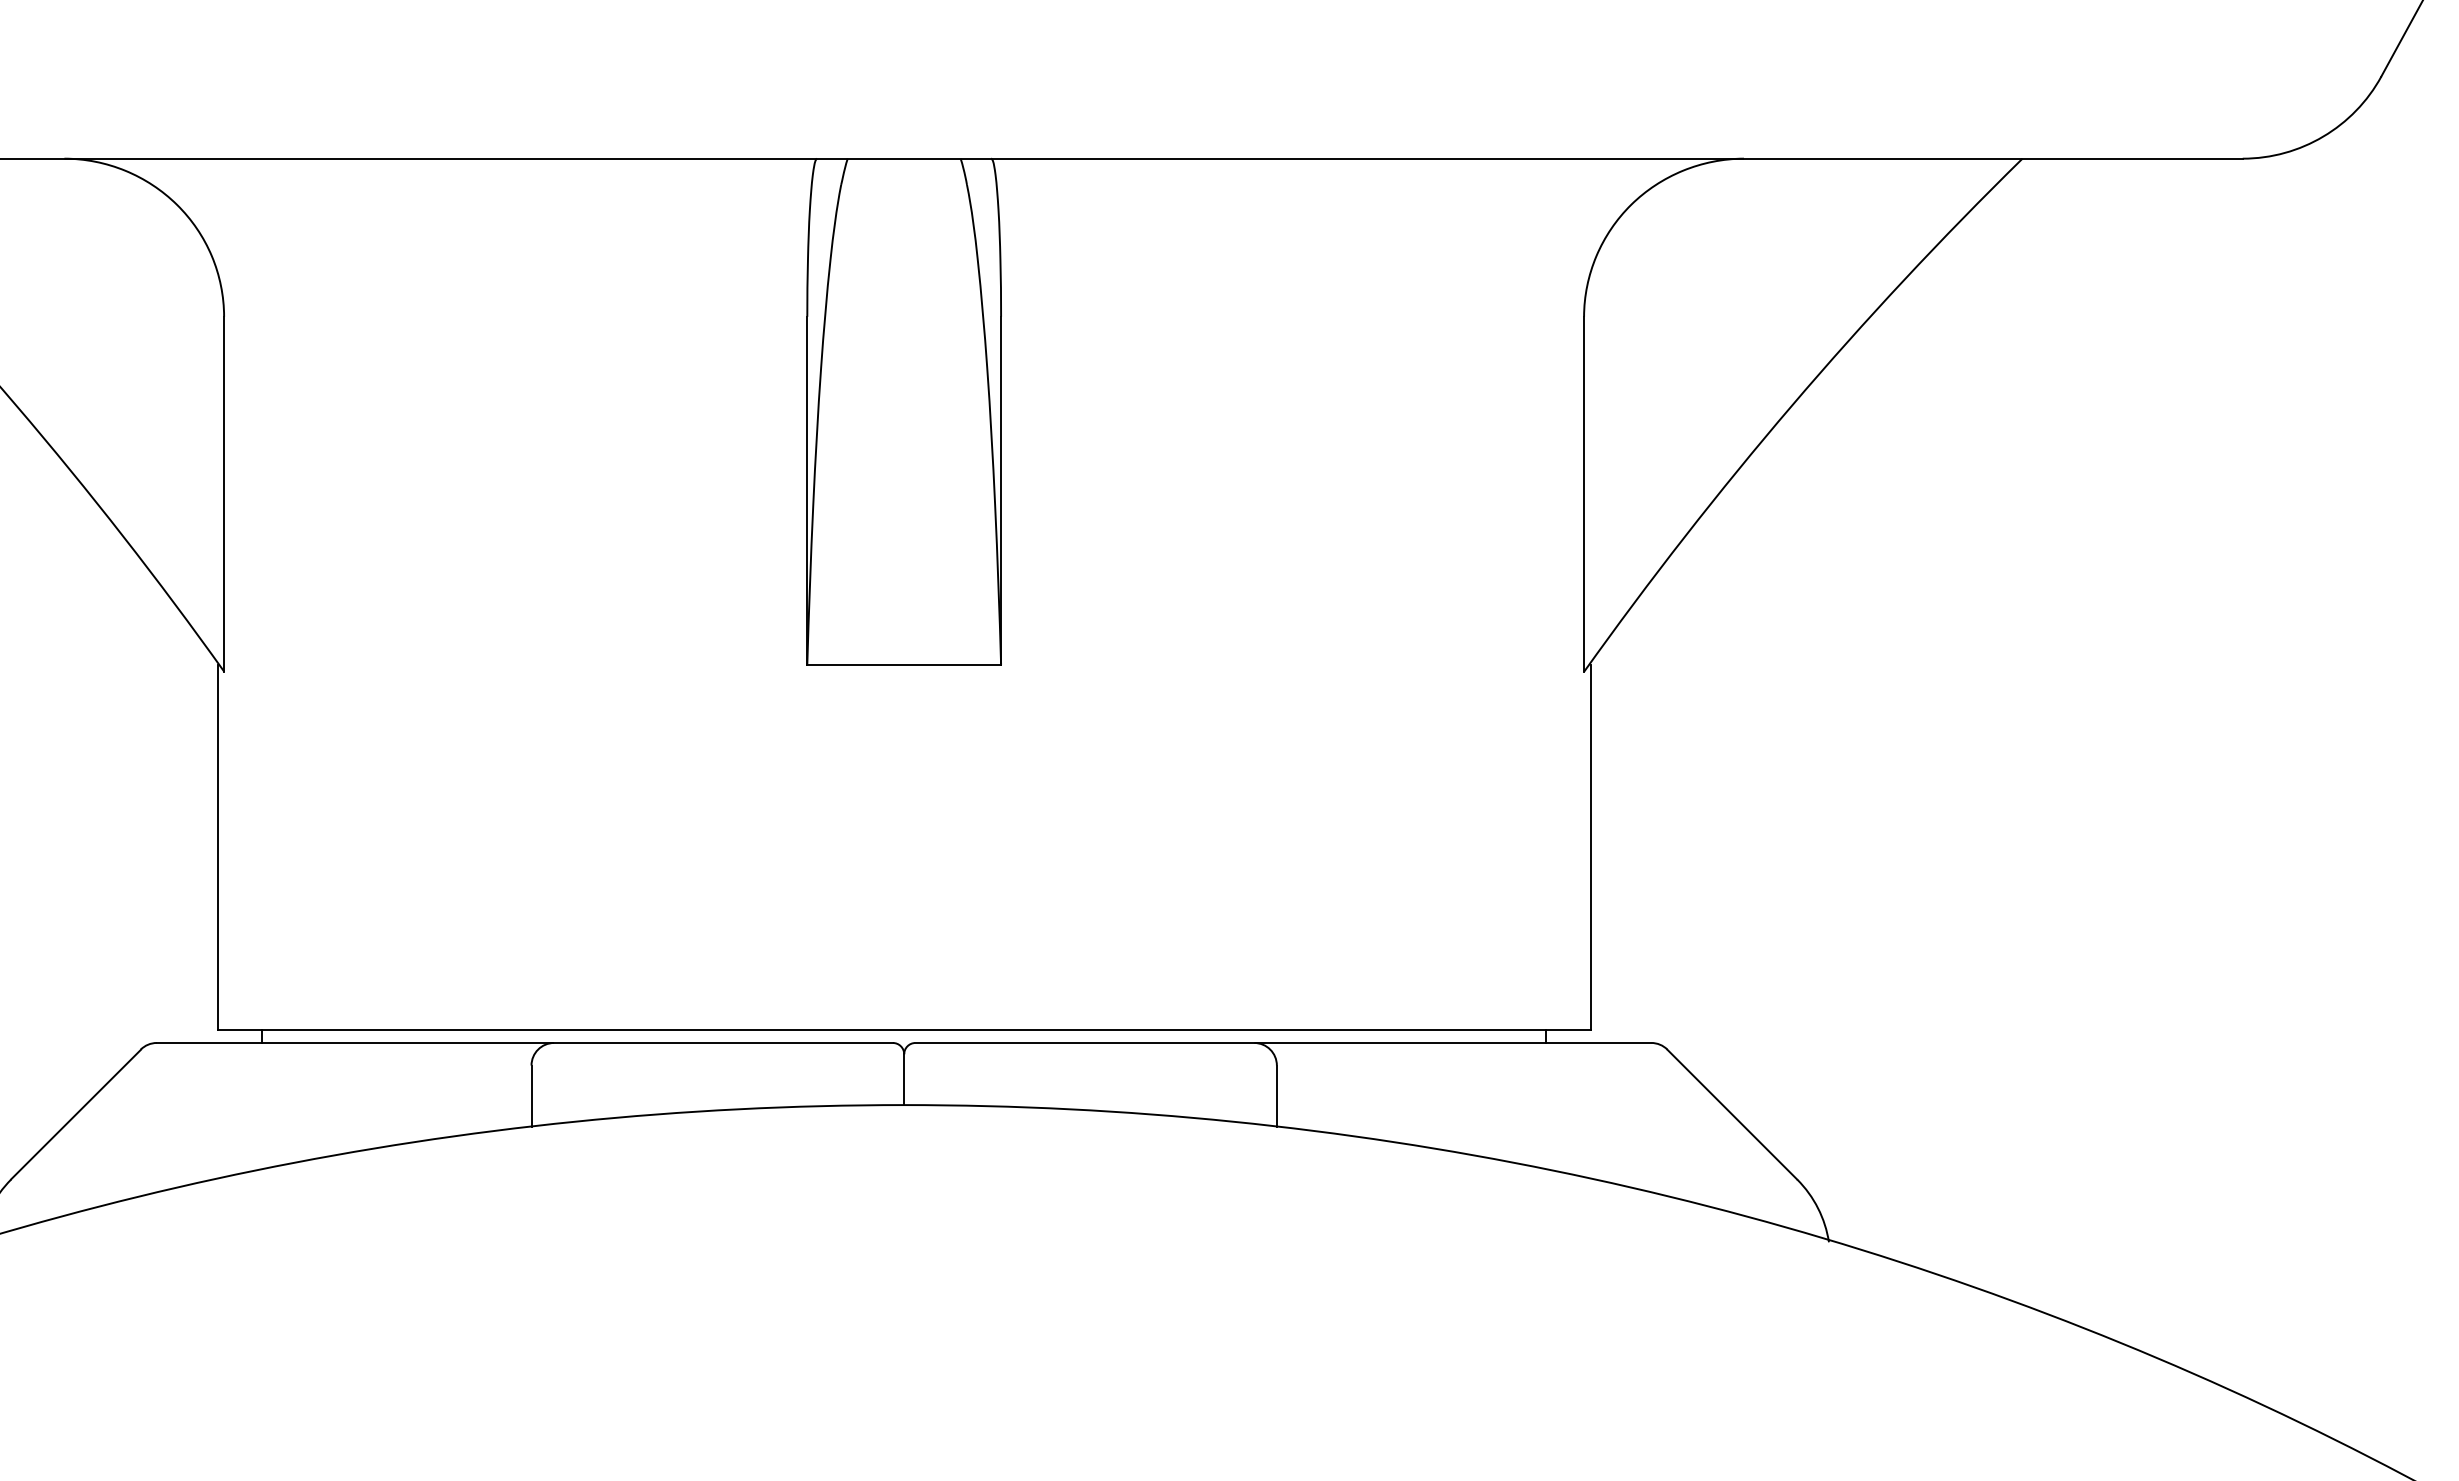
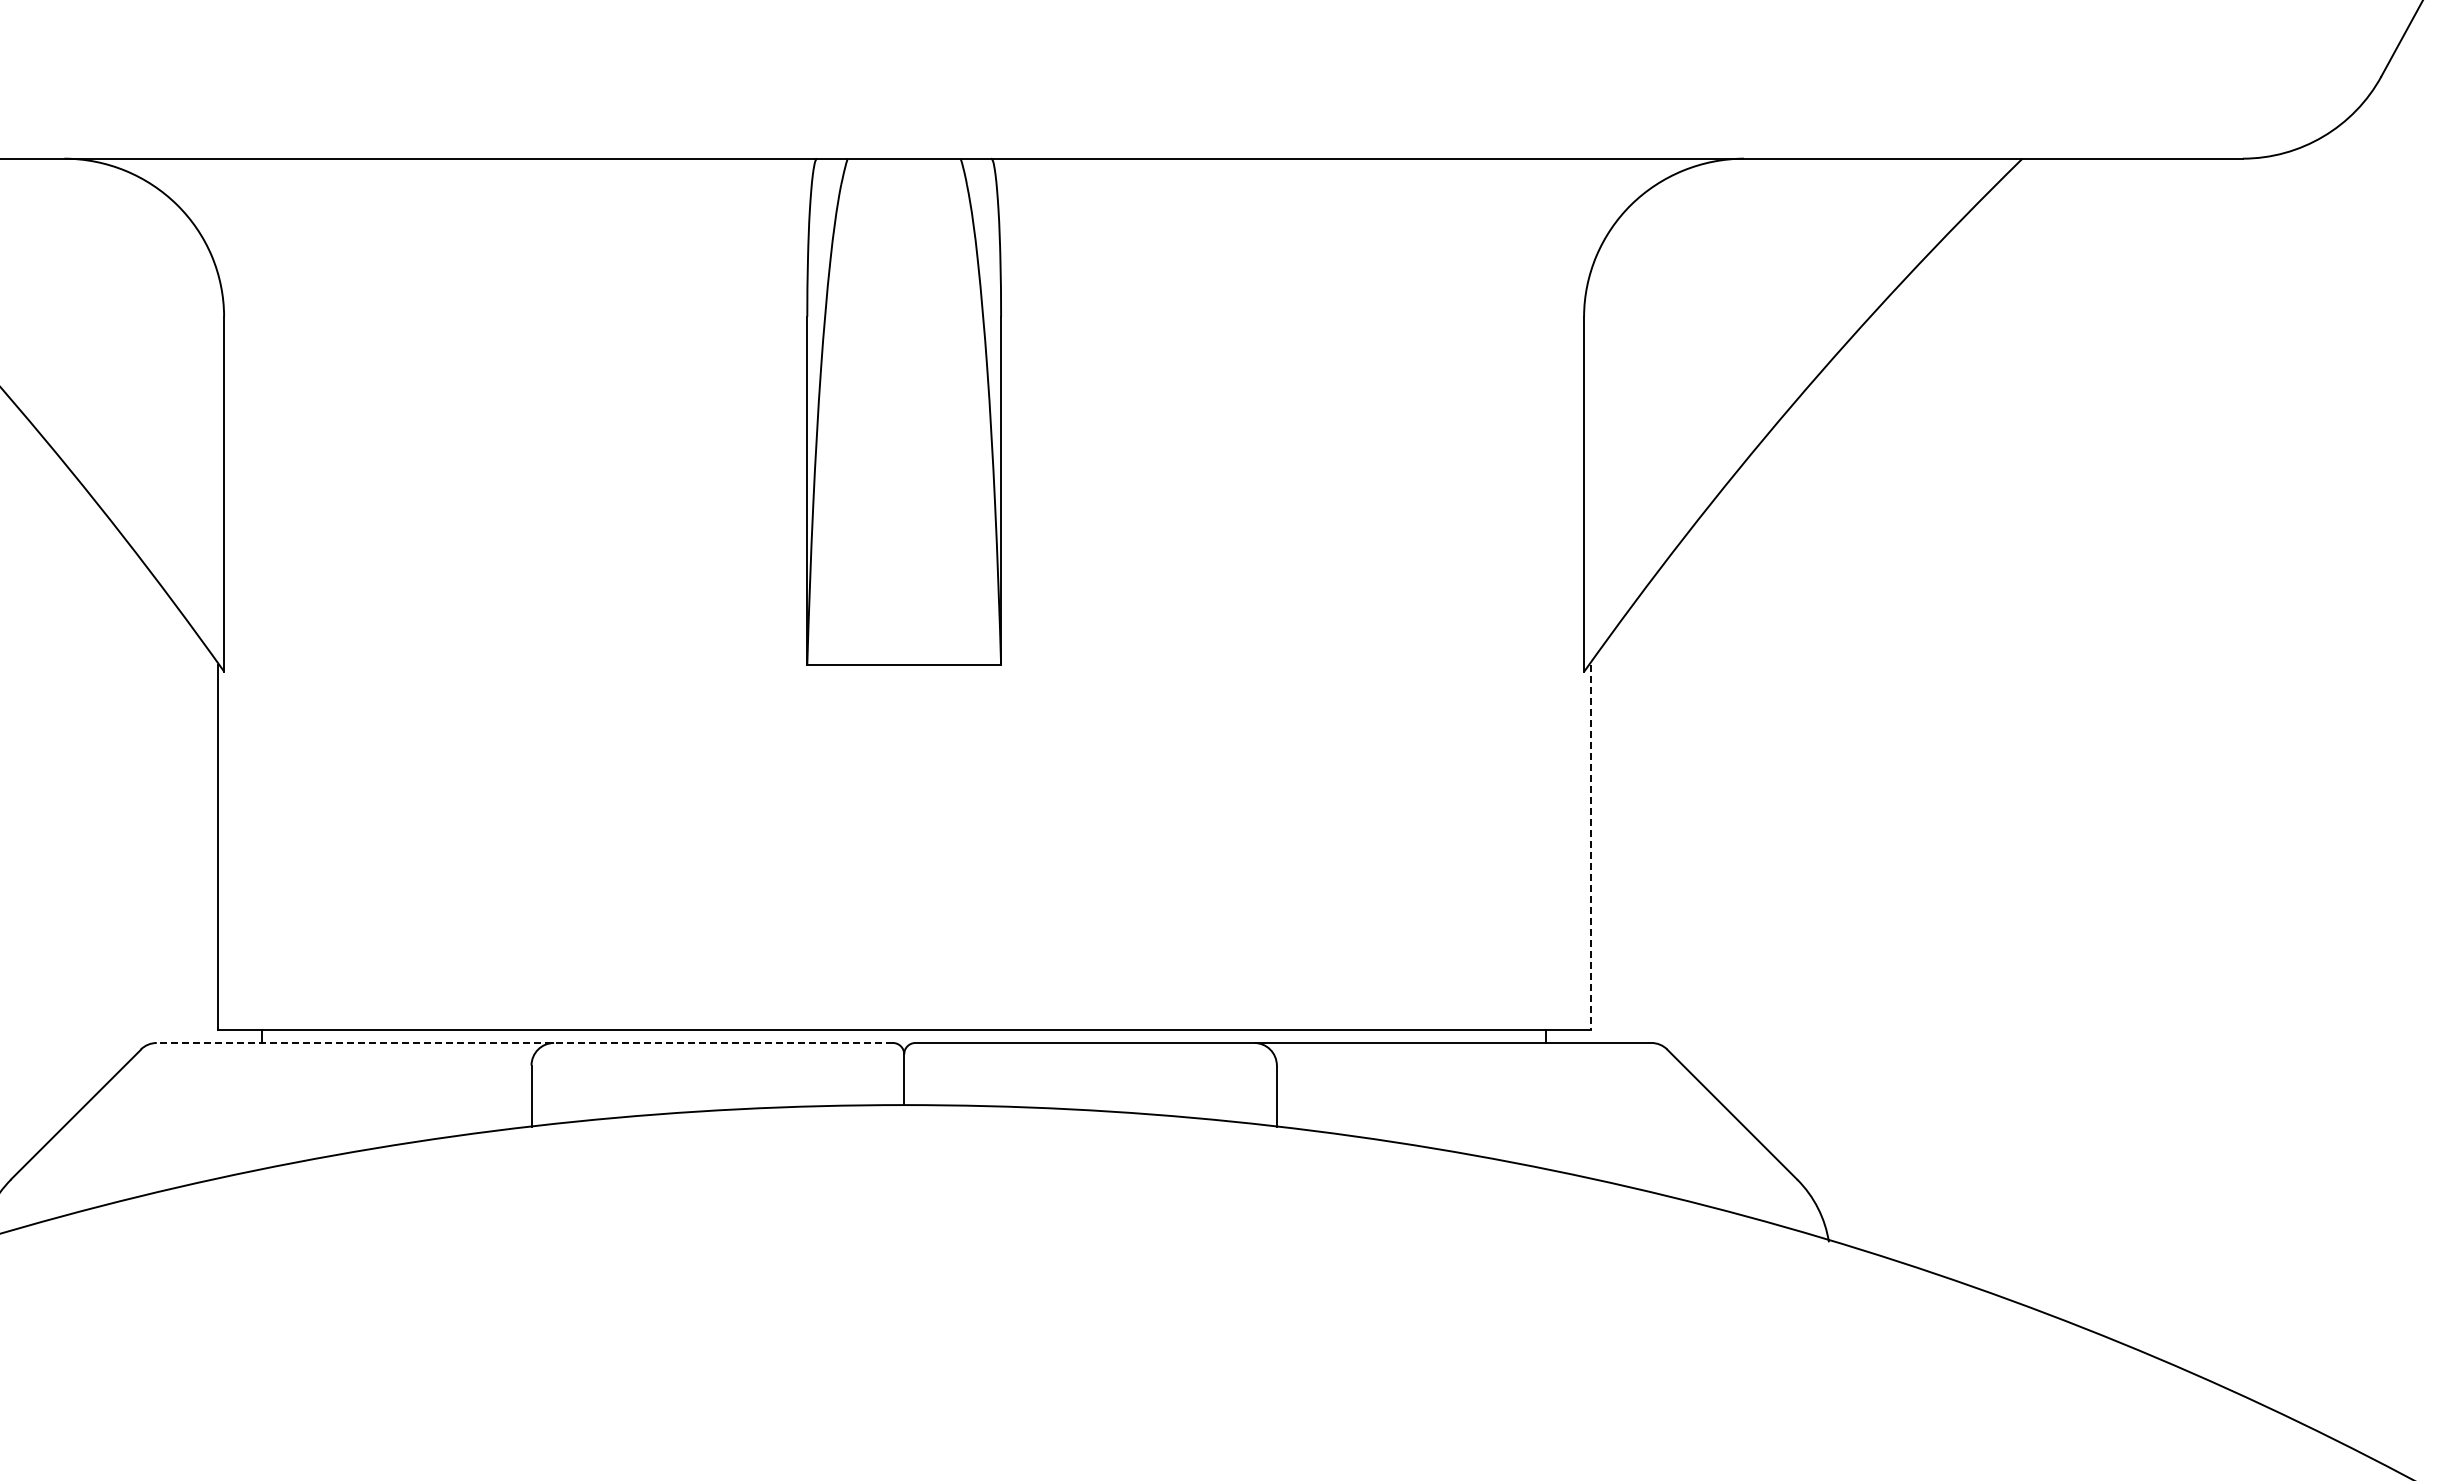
line at (1590, 847): solid -> dashed
line at (524, 1042): solid -> dashed
